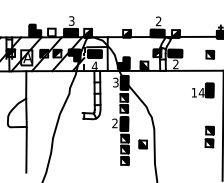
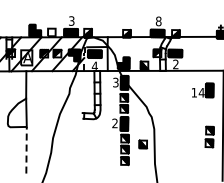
text at (158, 21): 2 -> 8
part at (210, 54): present -> none
line at (26, 150): solid -> dashed
